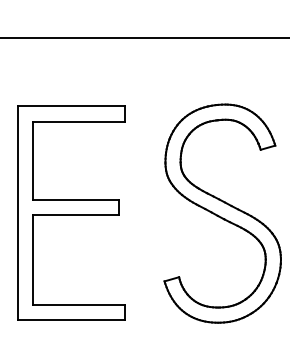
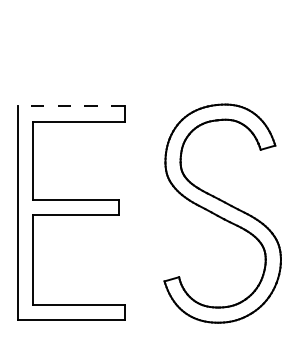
line at (144, 38): present -> none
line at (70, 106): solid -> dashed
